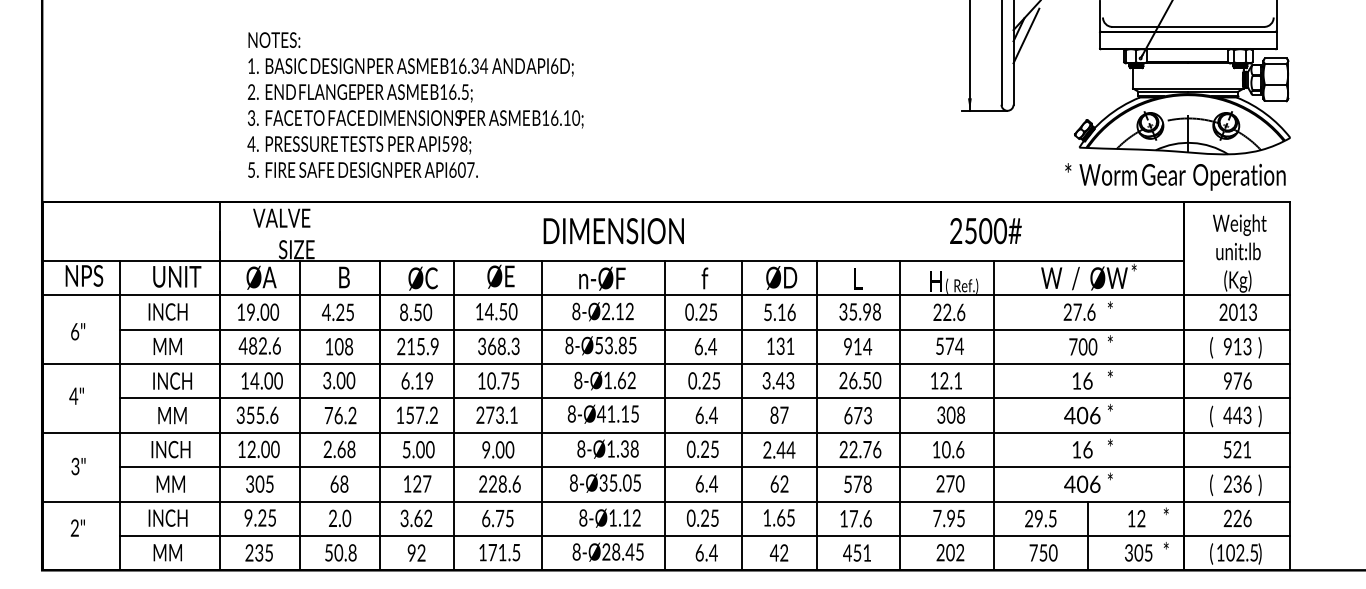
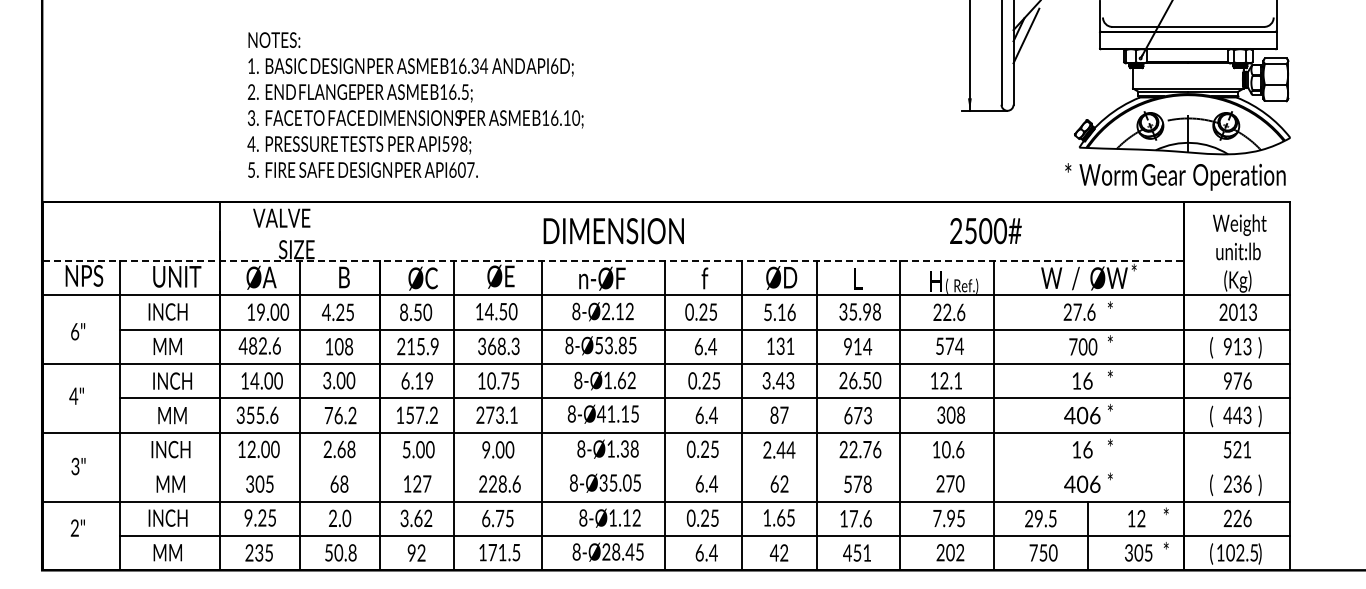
line at (613, 261): solid -> dashed
text at (258, 311) position: (258, 311) -> (268, 311)
line at (704, 467): present -> none
